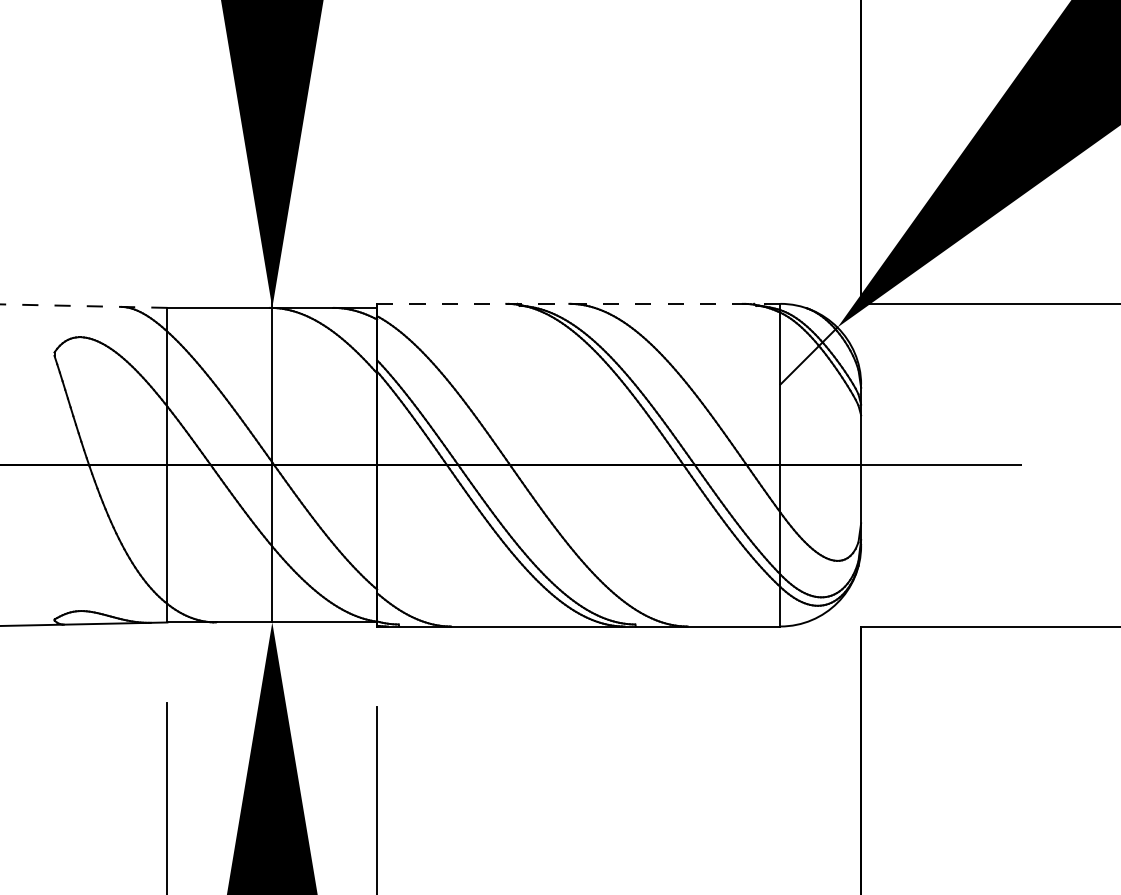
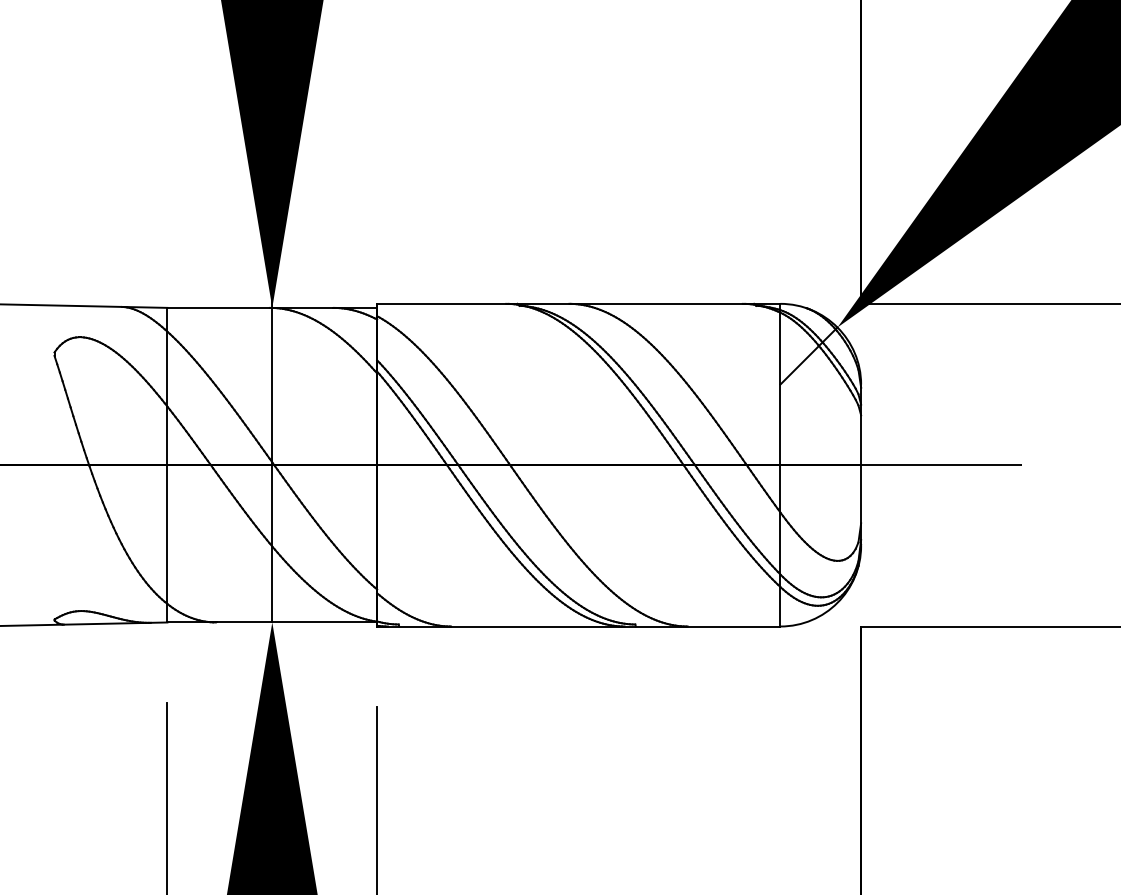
line at (578, 303): dashed -> solid
line at (83, 306): dashed -> solid
